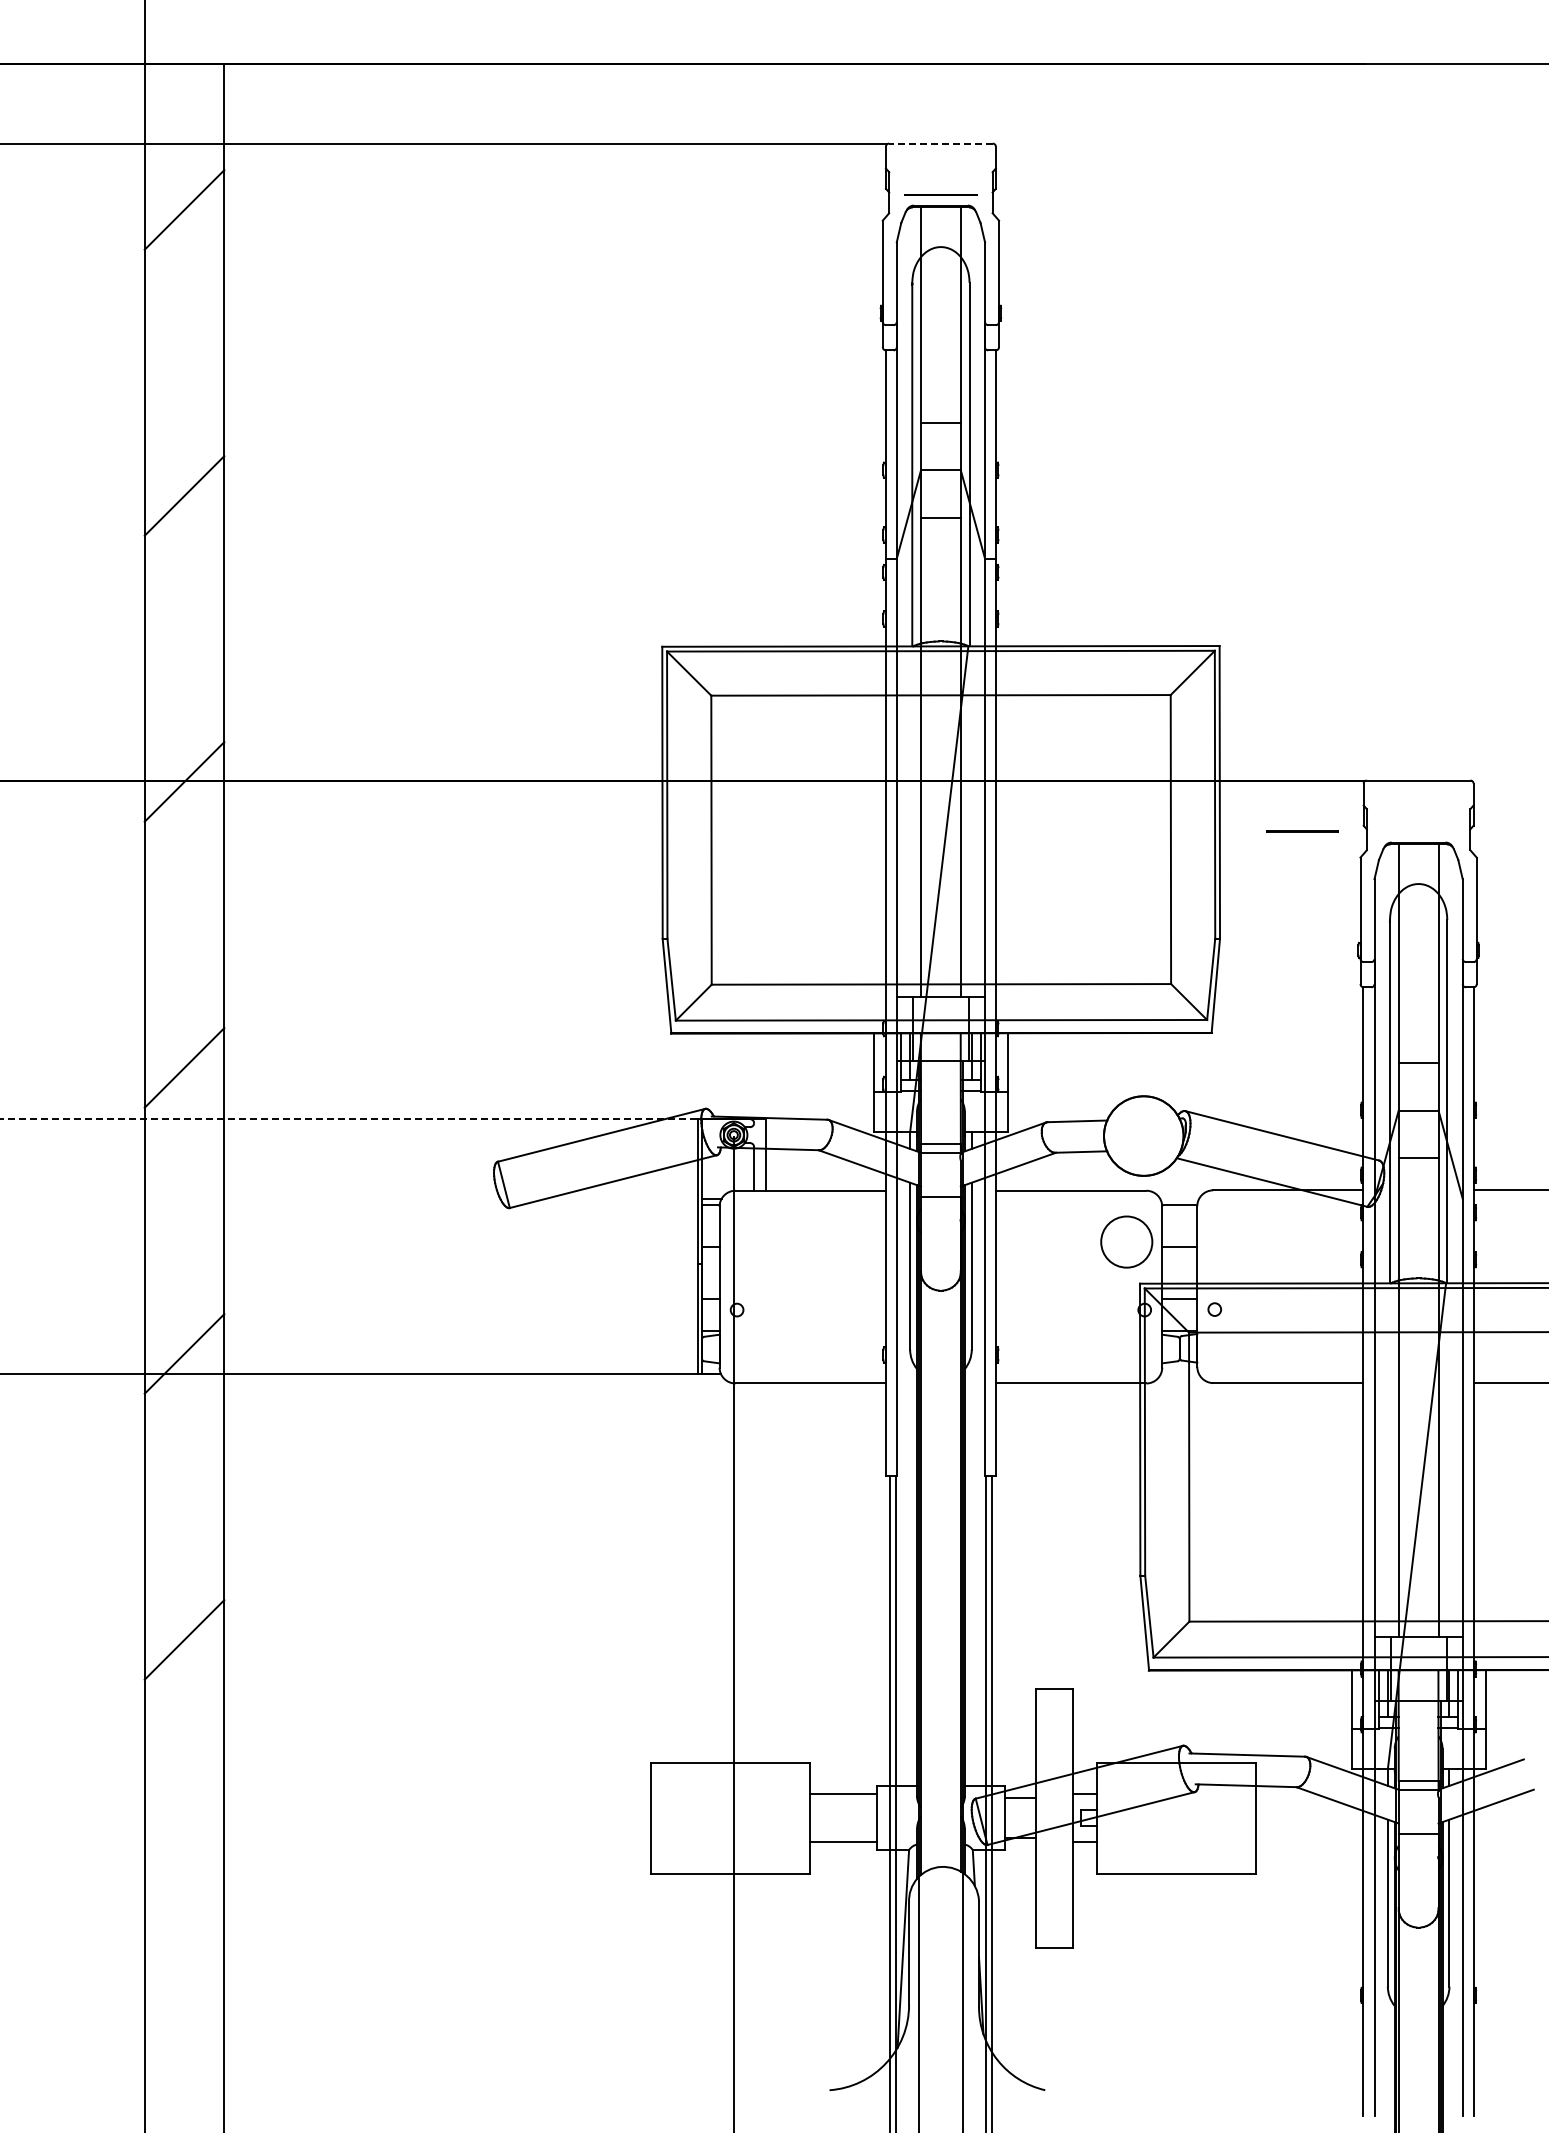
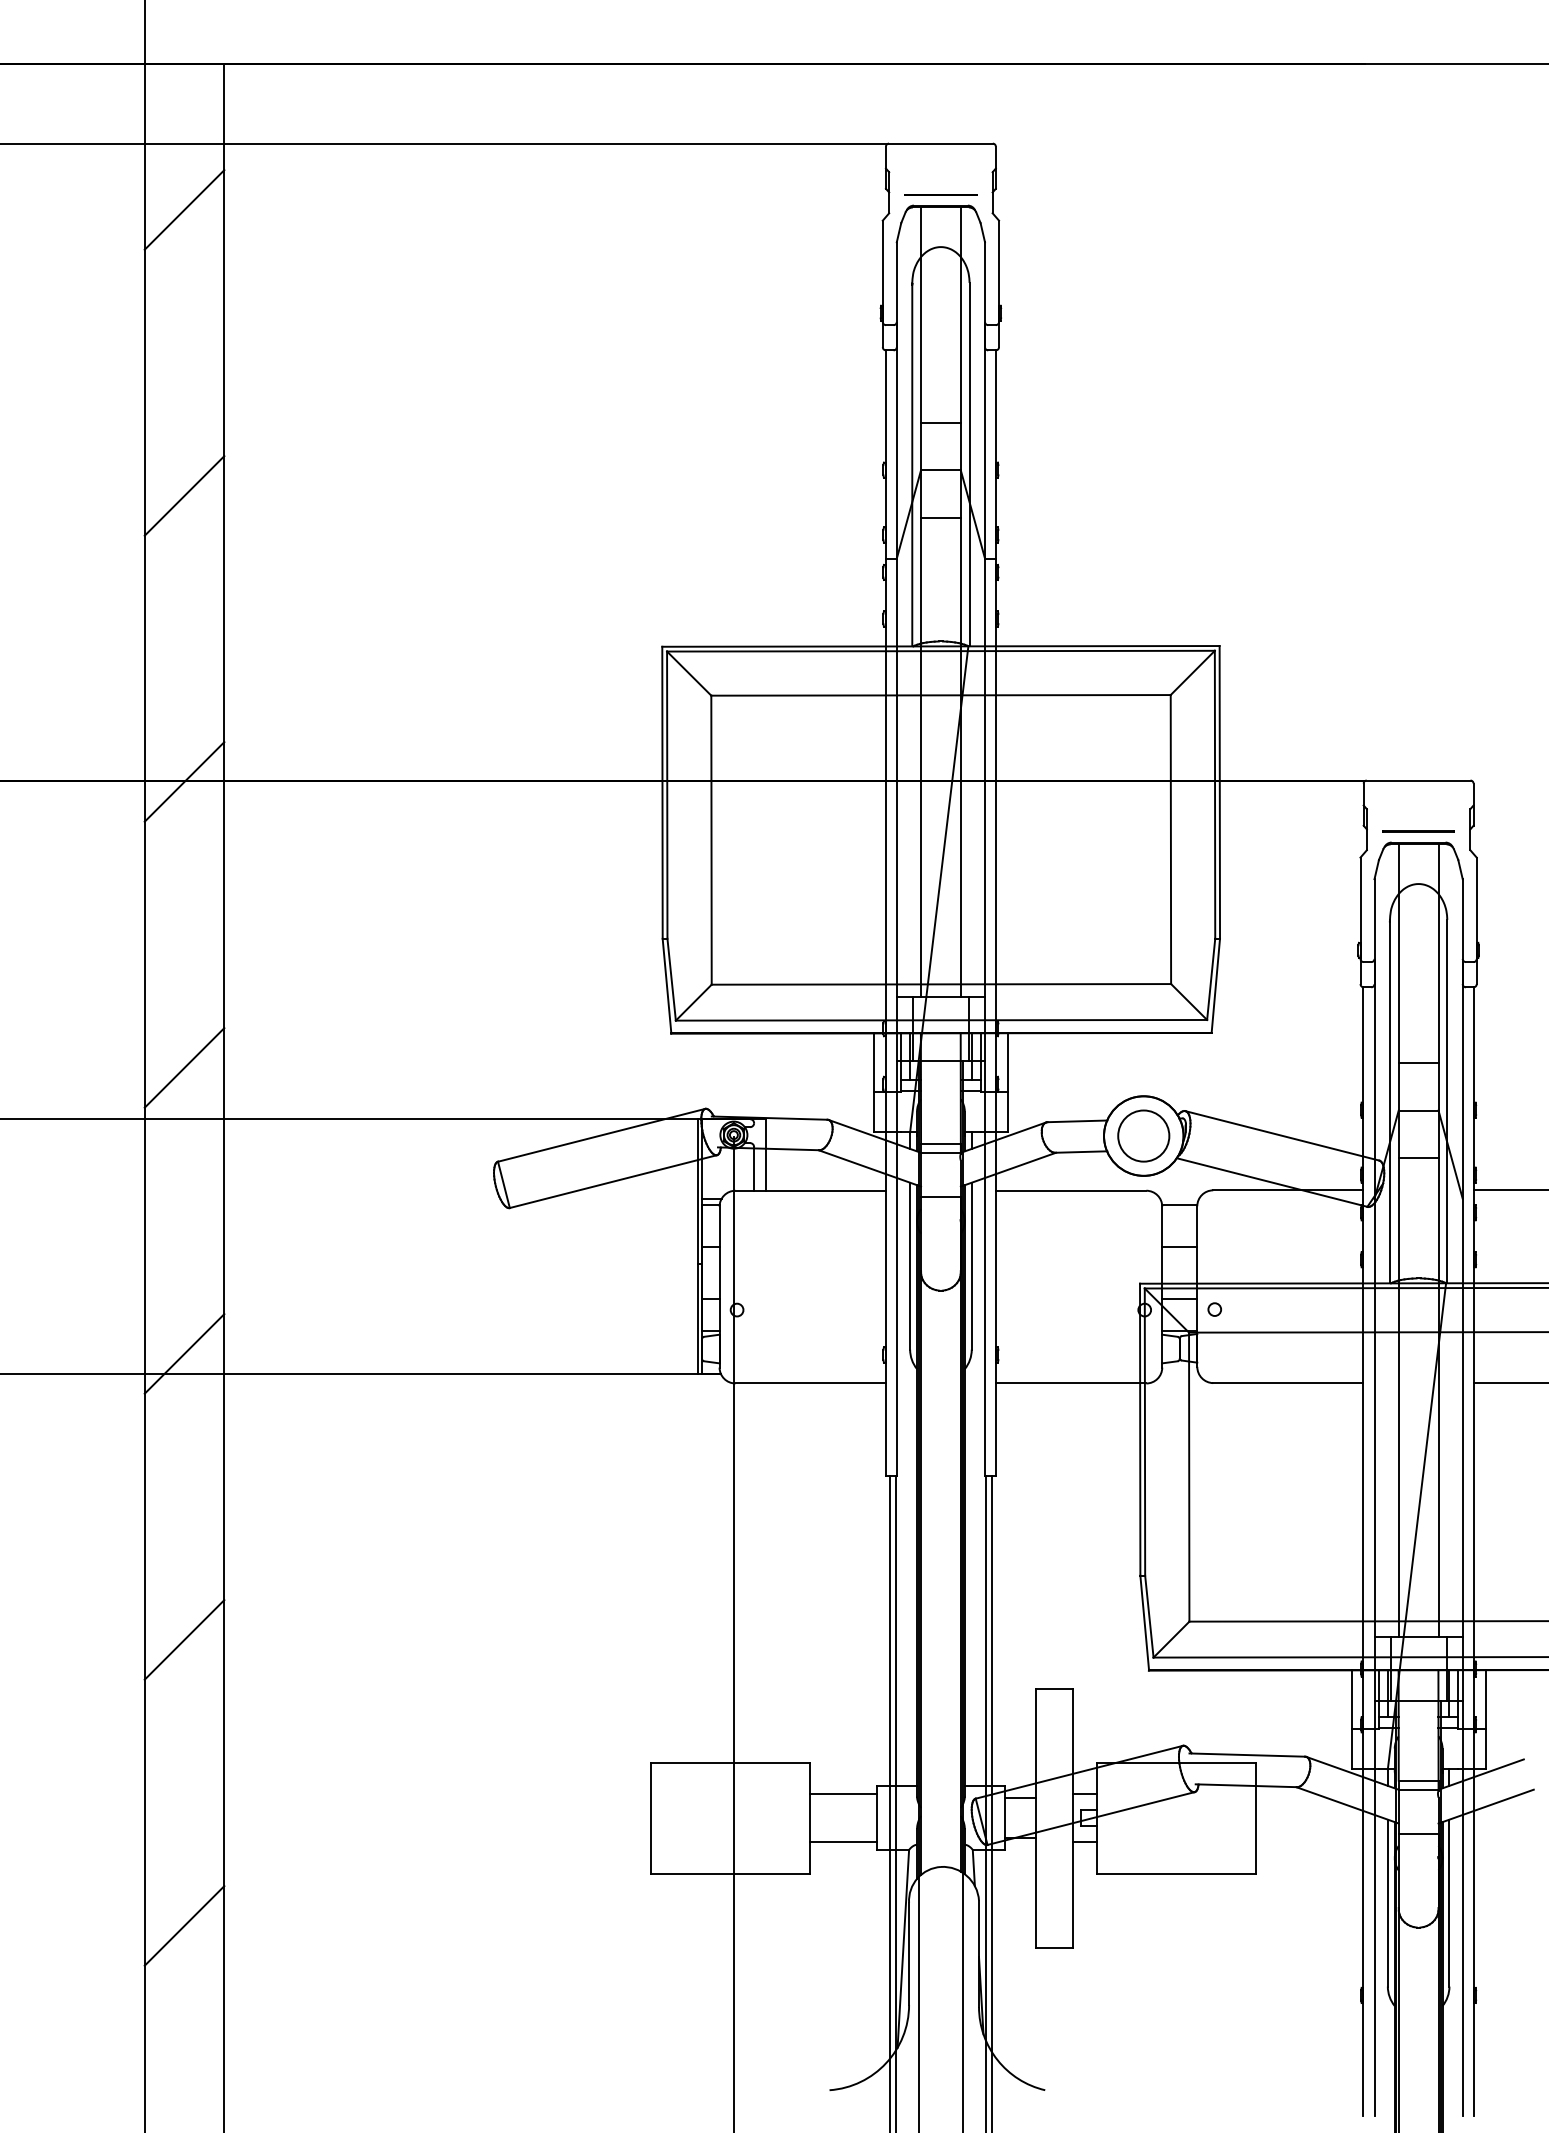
line at (940, 143): dashed -> solid
line at (1302, 831) position: (1302, 831) -> (1418, 831)
line at (348, 1119): dashed -> solid
circle at (1126, 1241) position: (1126, 1241) -> (1143, 1135)
line at (184, 1925): none -> present
